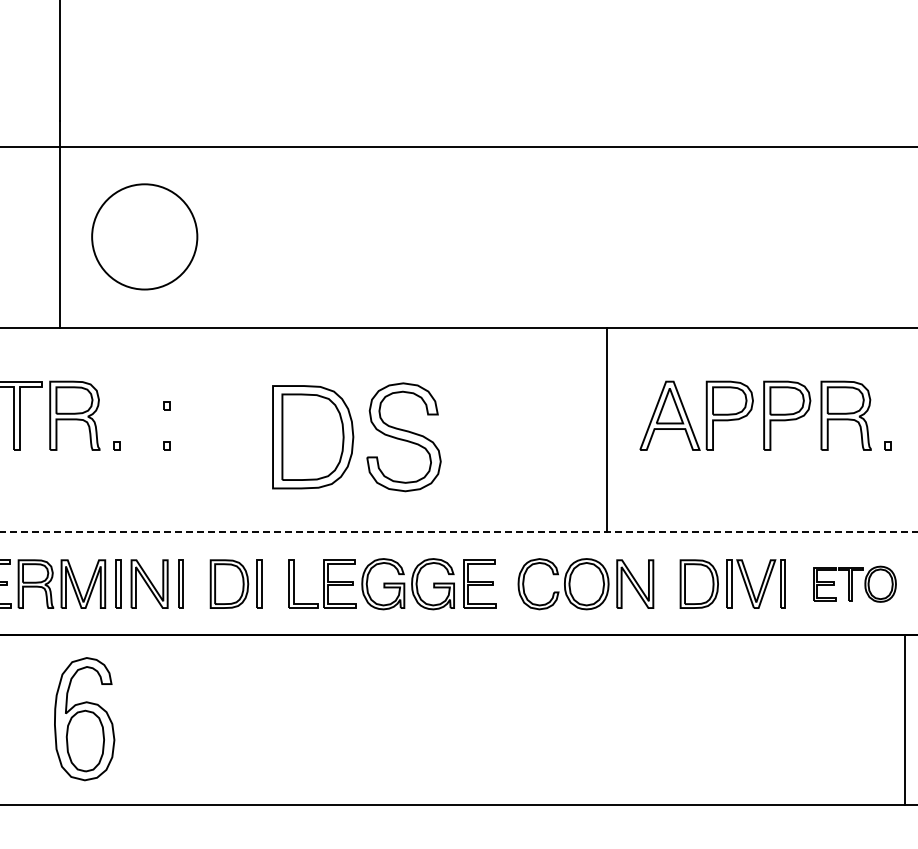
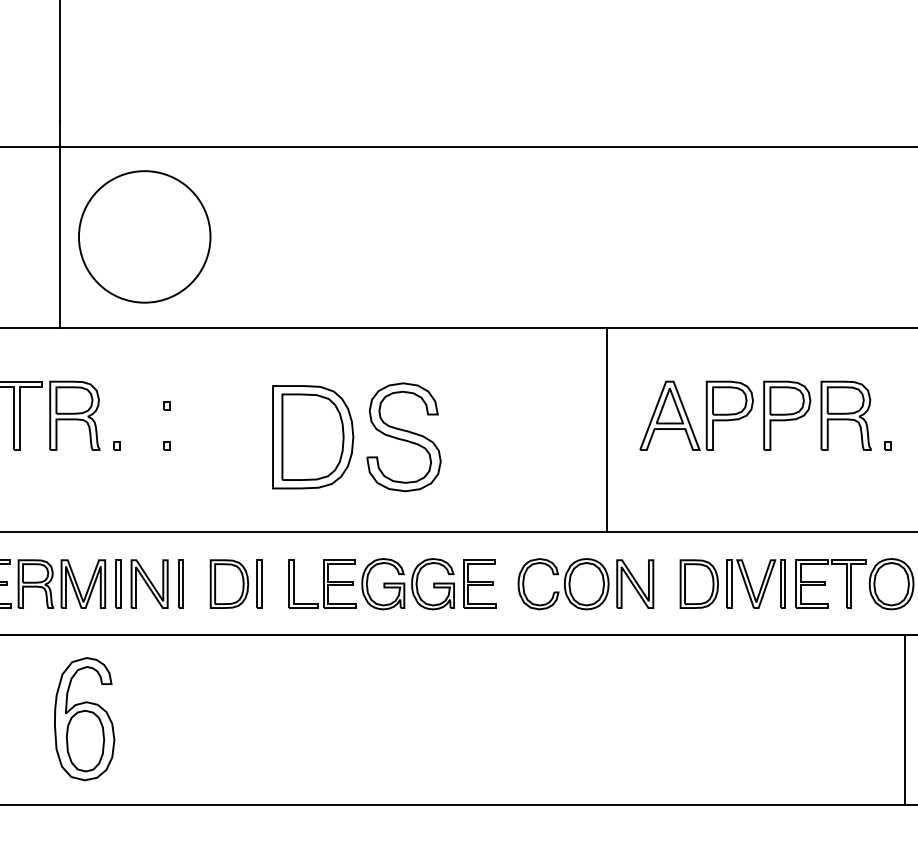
circle at (144, 236) diameter: 105 px -> 132 px
line at (459, 532): dashed -> solid
part at (854, 583) size: 84x38 px -> 120x53 px
